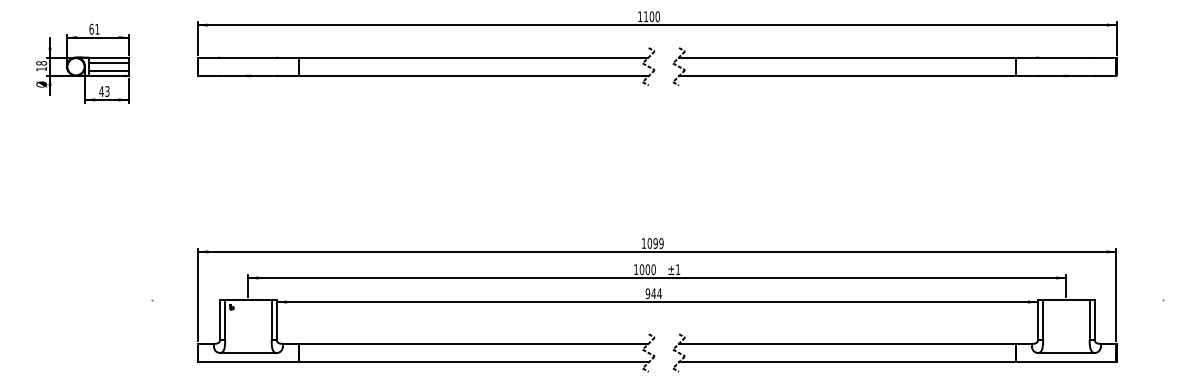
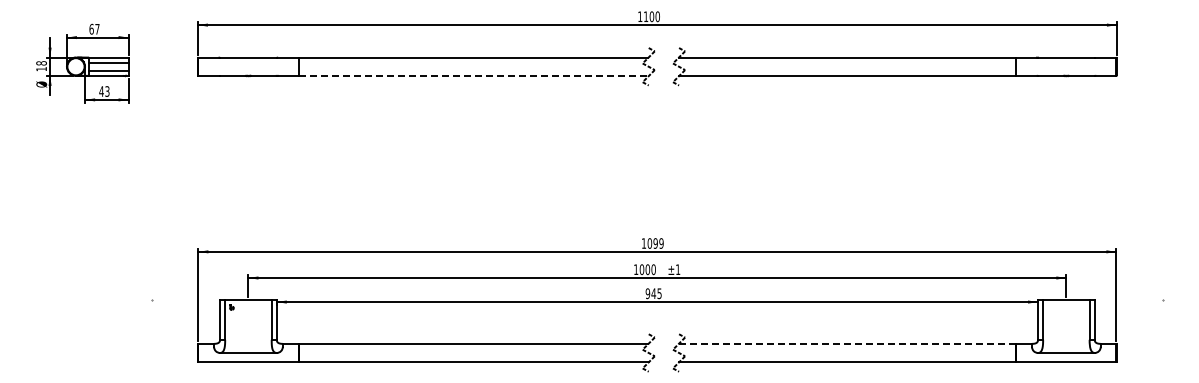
text at (97, 29): 61 -> 67
line at (474, 75): solid -> dashed
text at (659, 293): 944 -> 945
line at (847, 343): solid -> dashed
